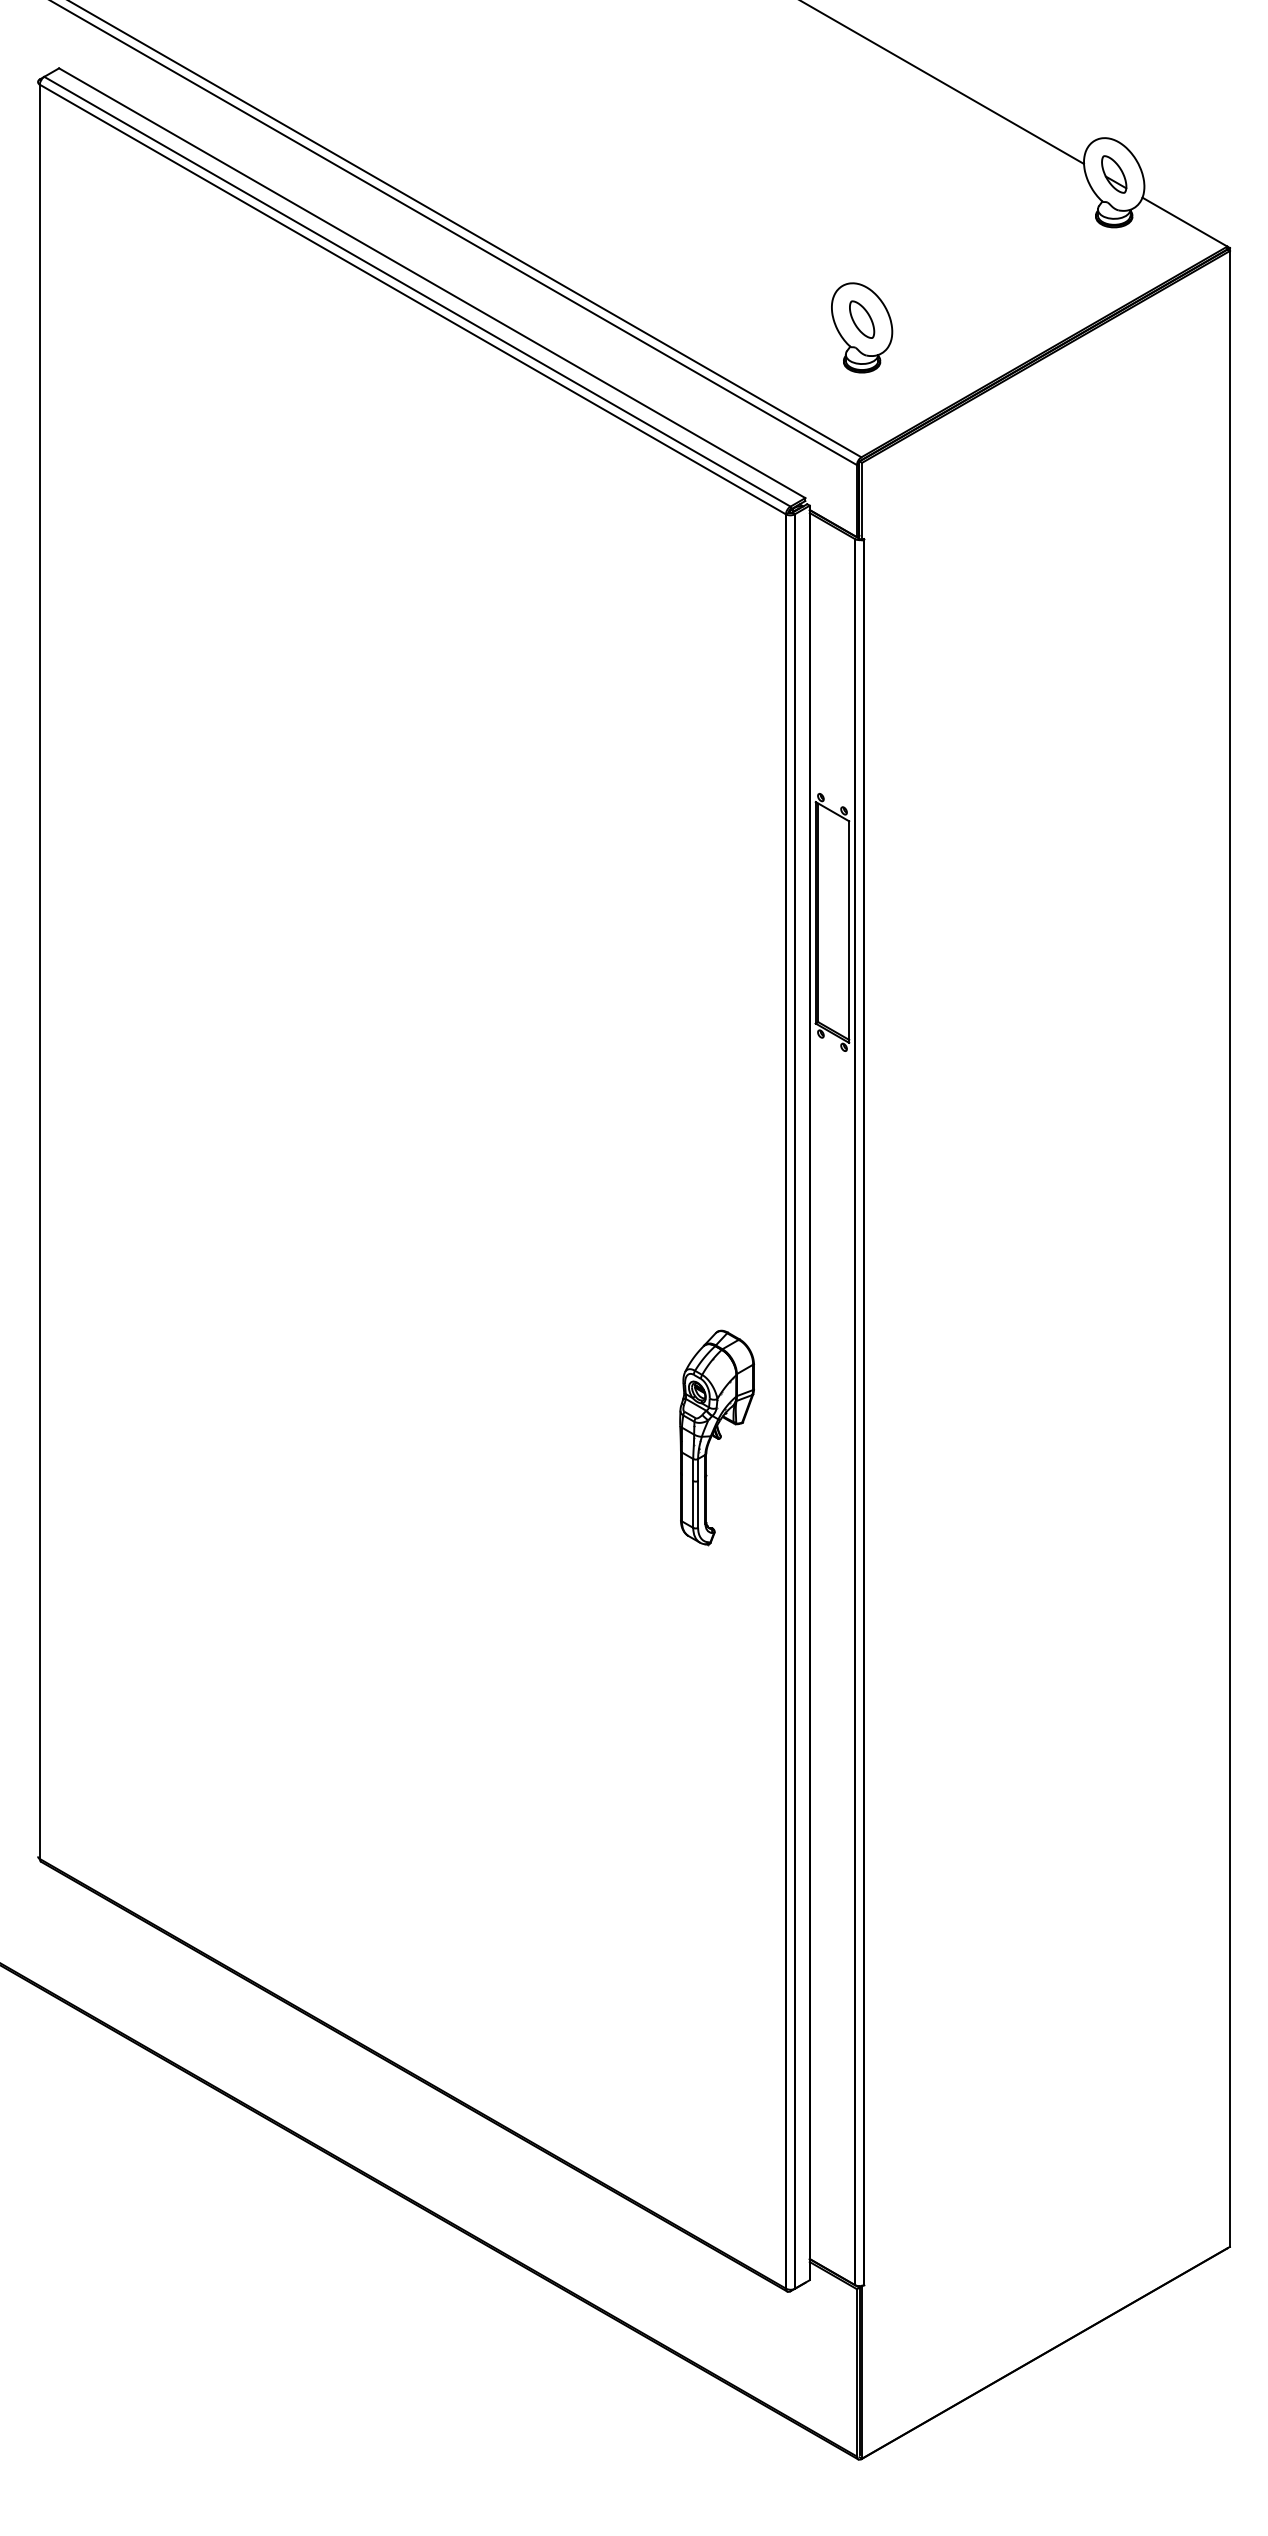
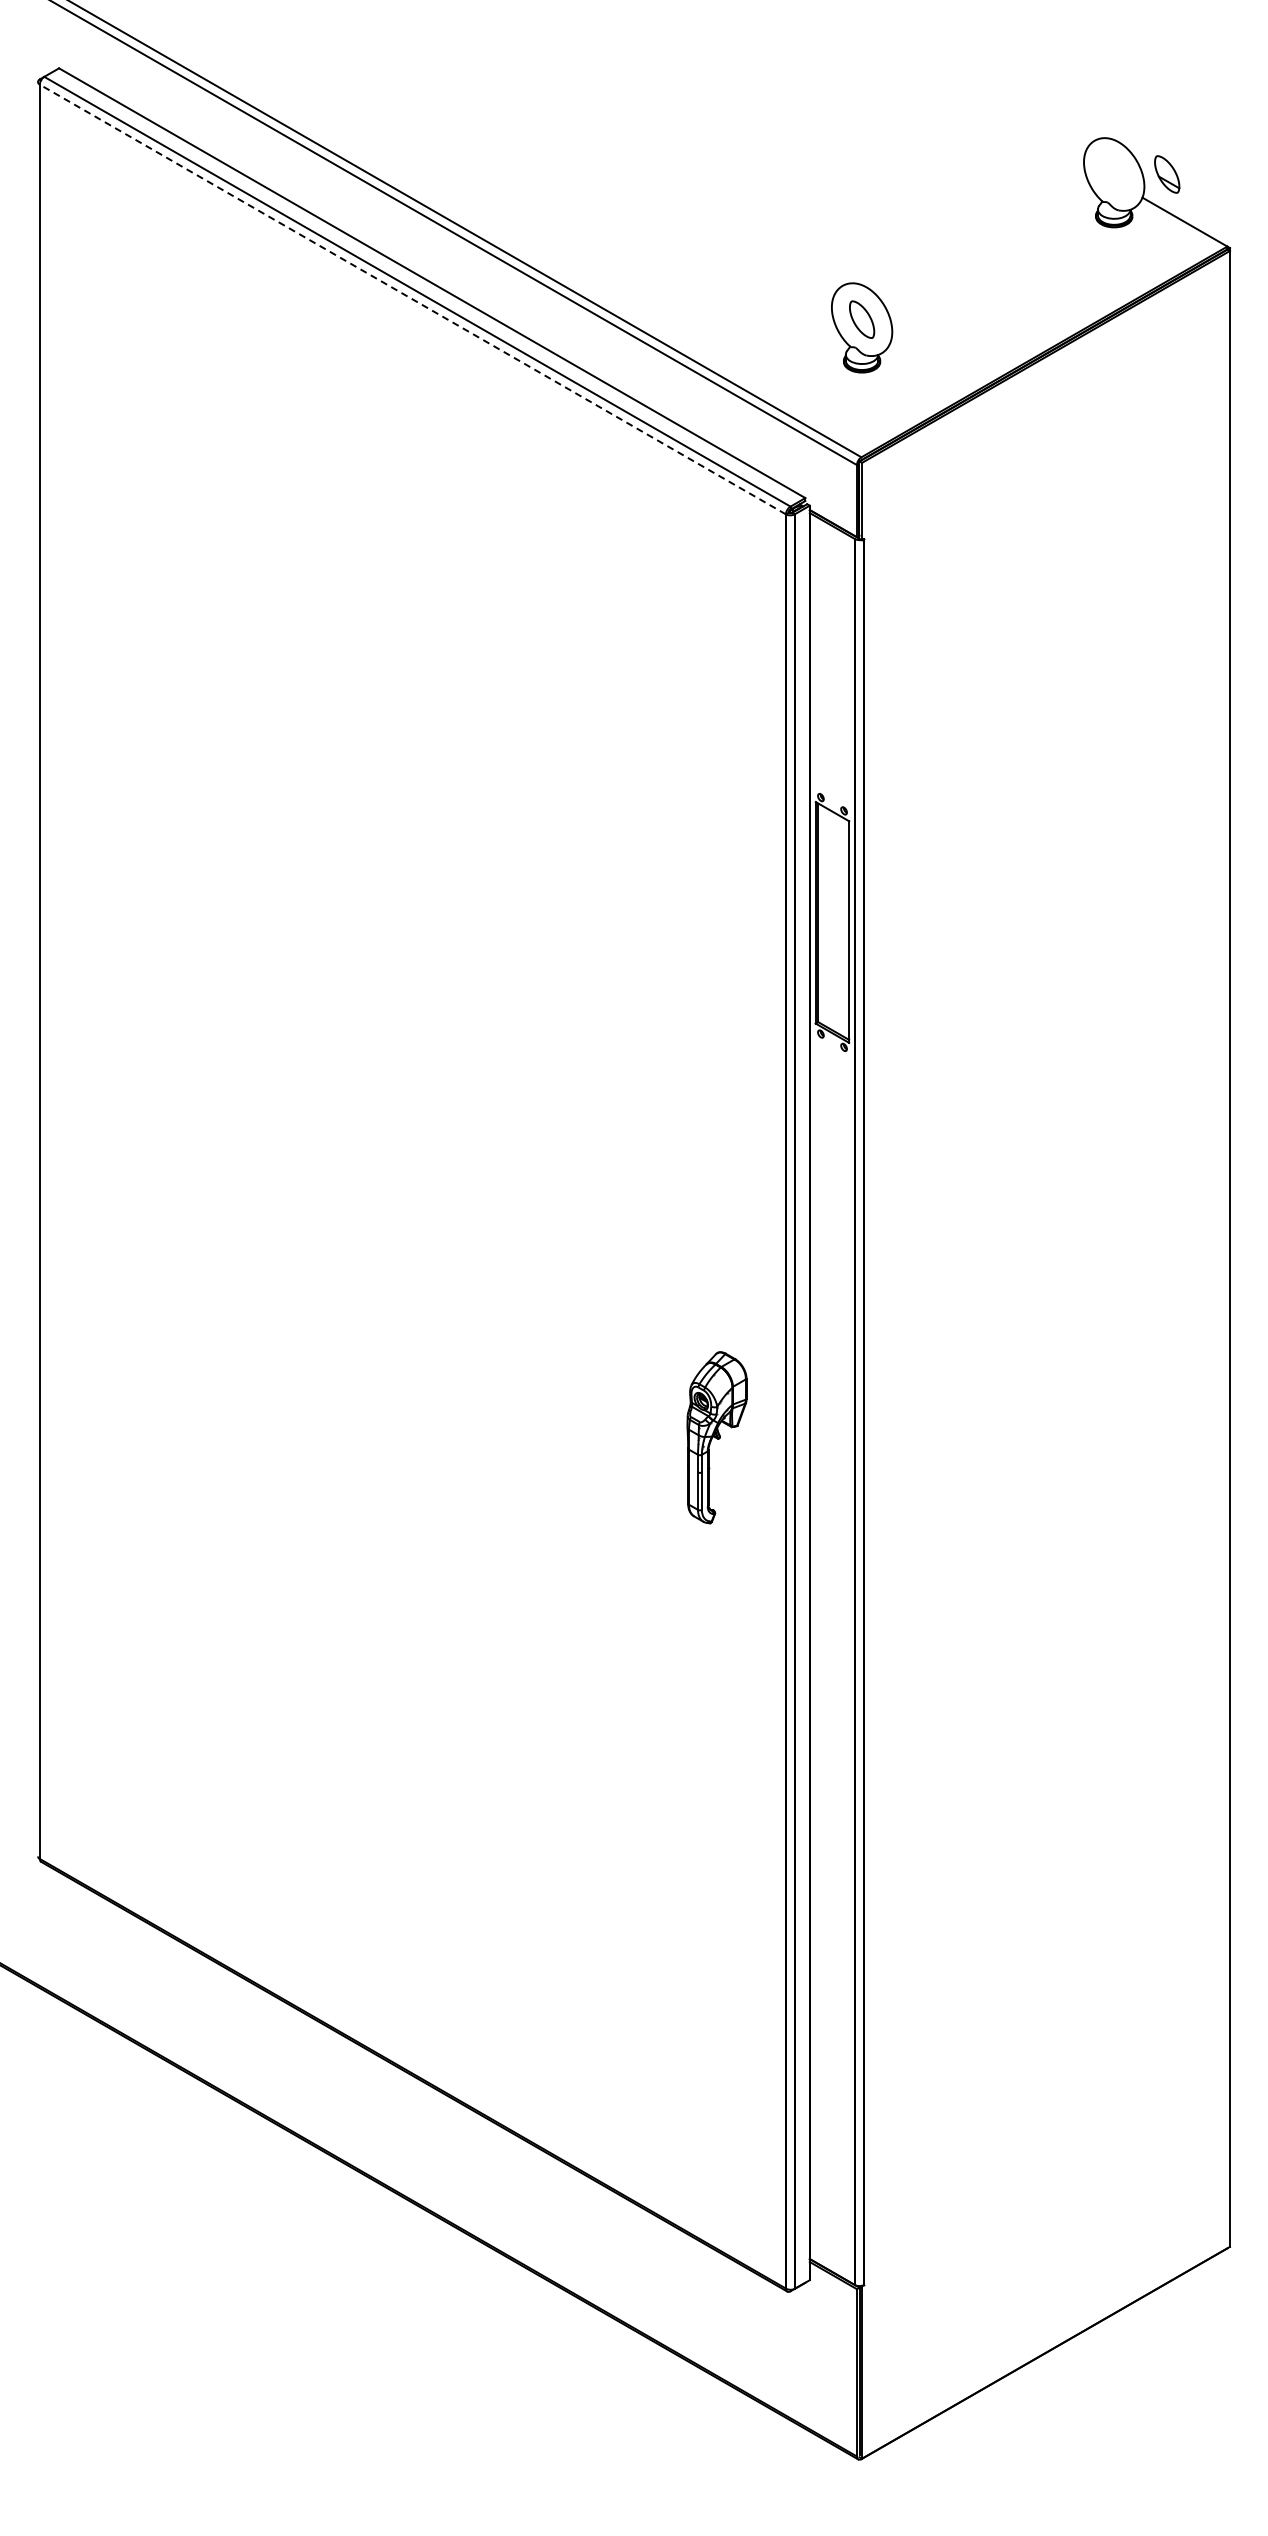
line at (943, 82): present -> none
part at (1114, 174) position: (1114, 174) -> (1167, 174)
line at (412, 299): solid -> dashed
part at (716, 1437) size: 76x218 px -> 62x174 px
